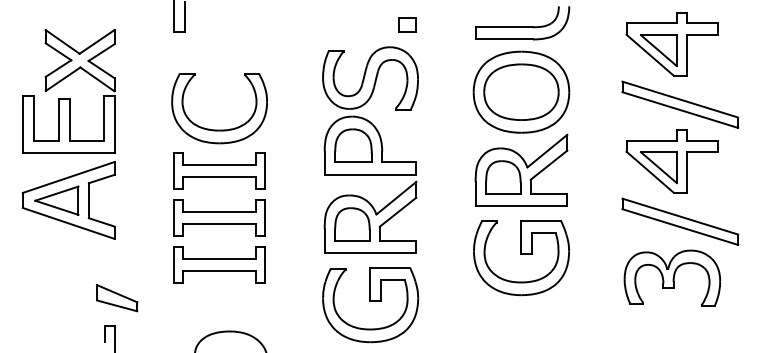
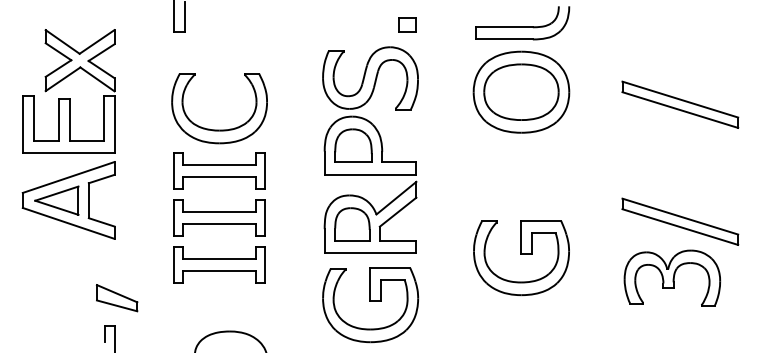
part at (671, 44): present -> none
part at (671, 161): present -> none
part at (521, 169): present -> none
